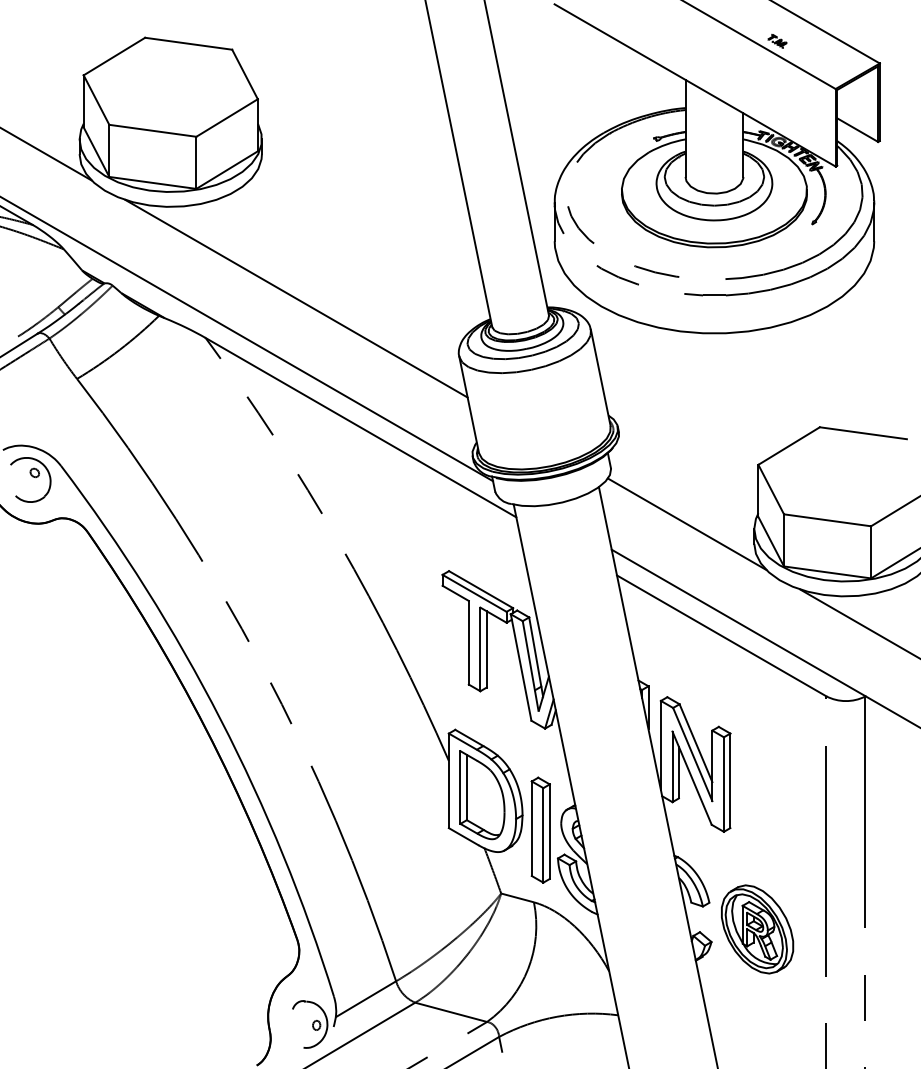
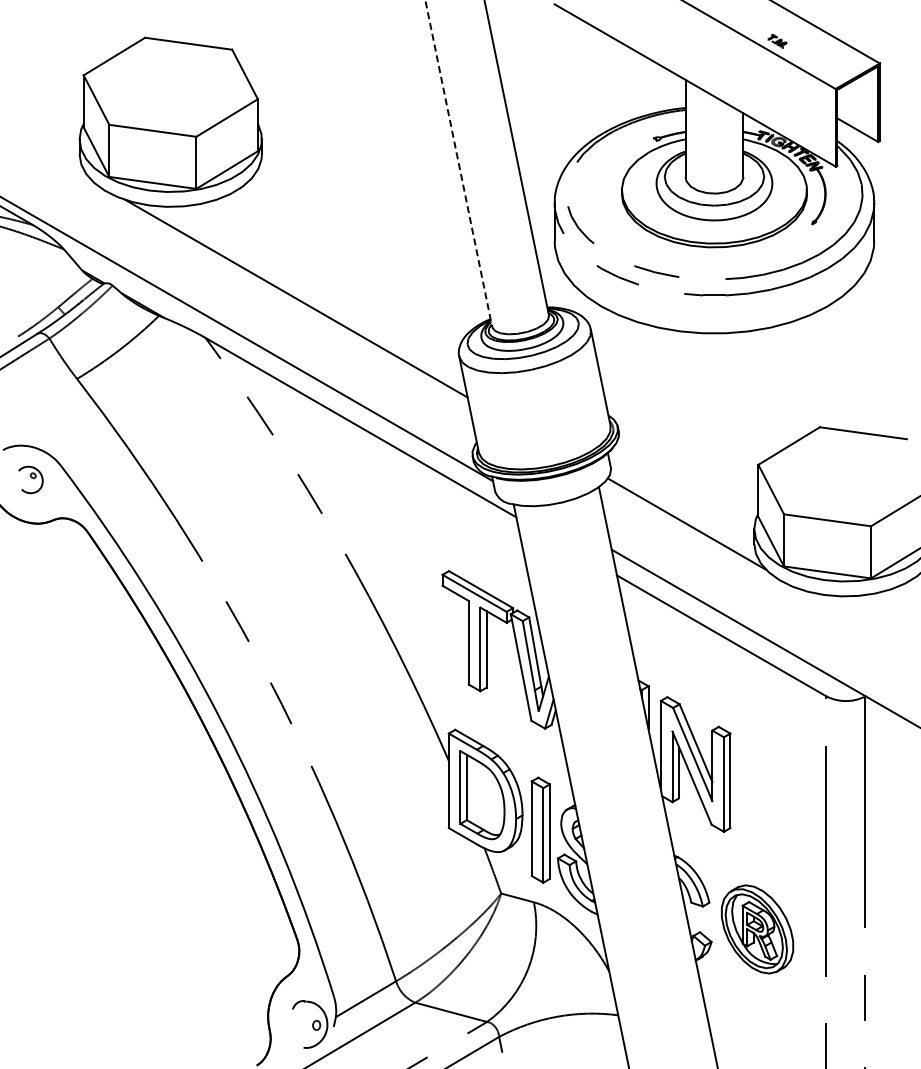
line at (46, 154): present -> none
line at (458, 163): solid -> dashed
part at (30, 479) size: 42x46 px -> 26x30 px
line at (858, 623): present -> none
